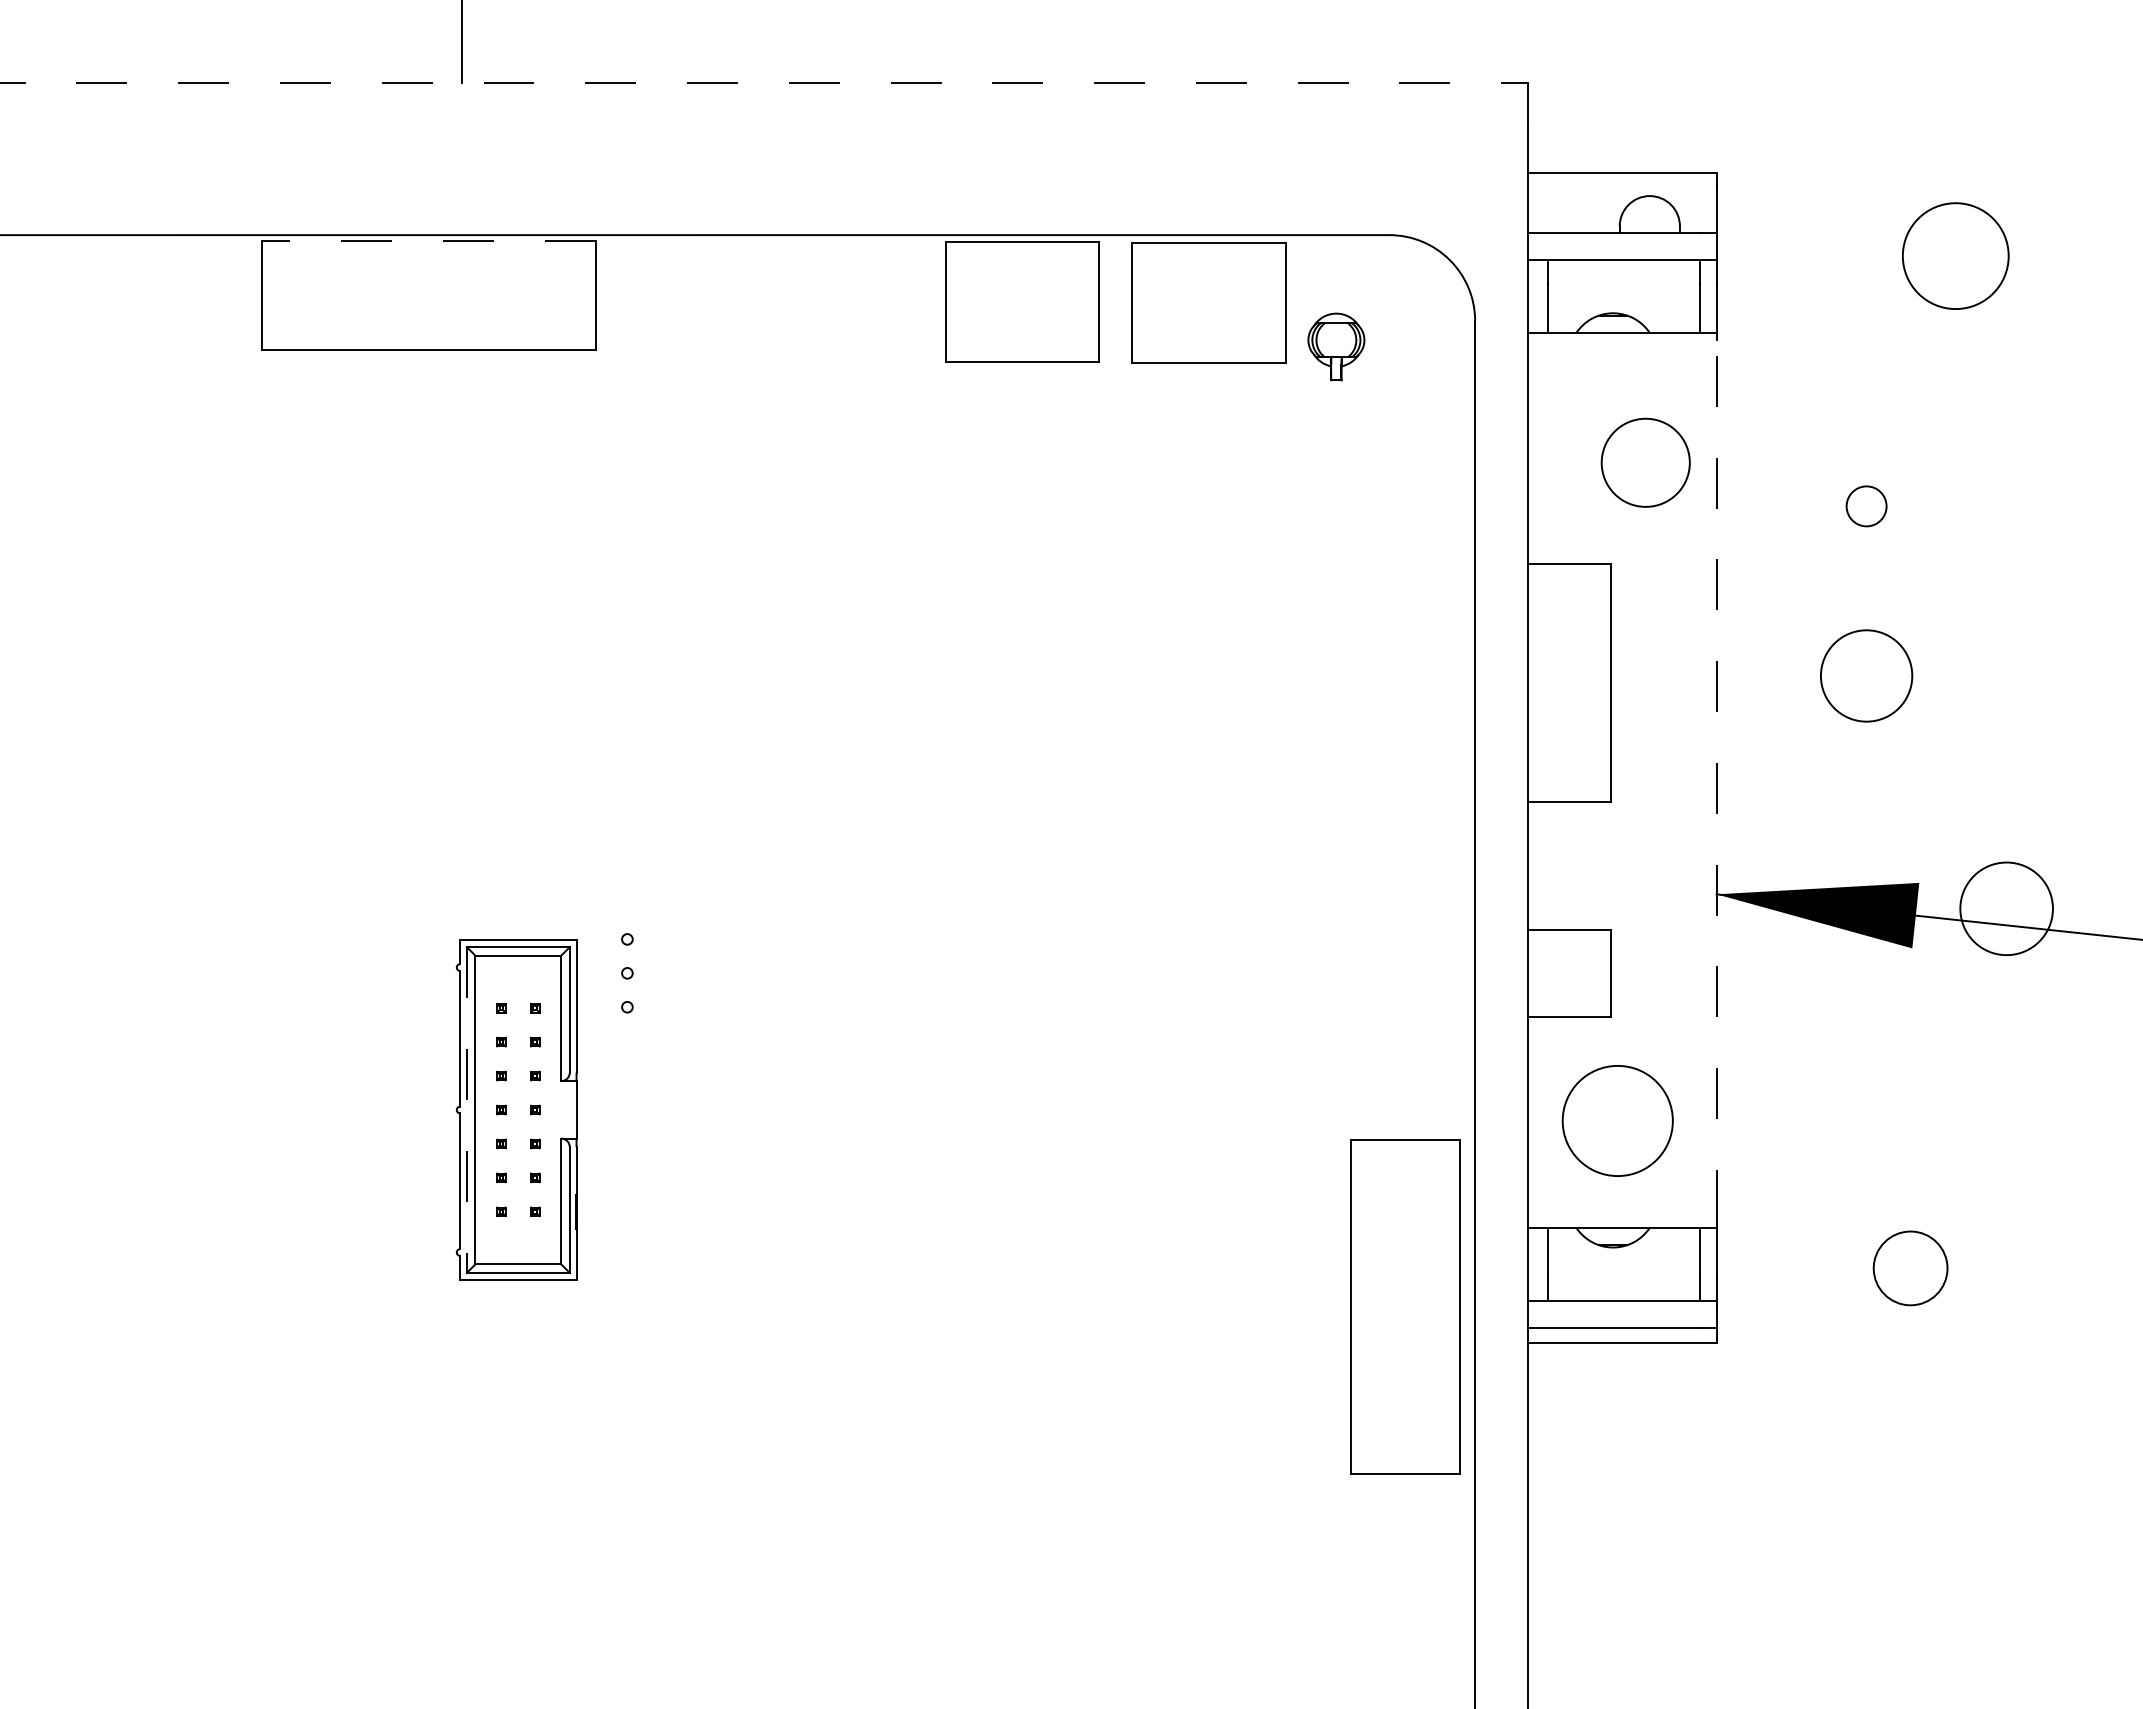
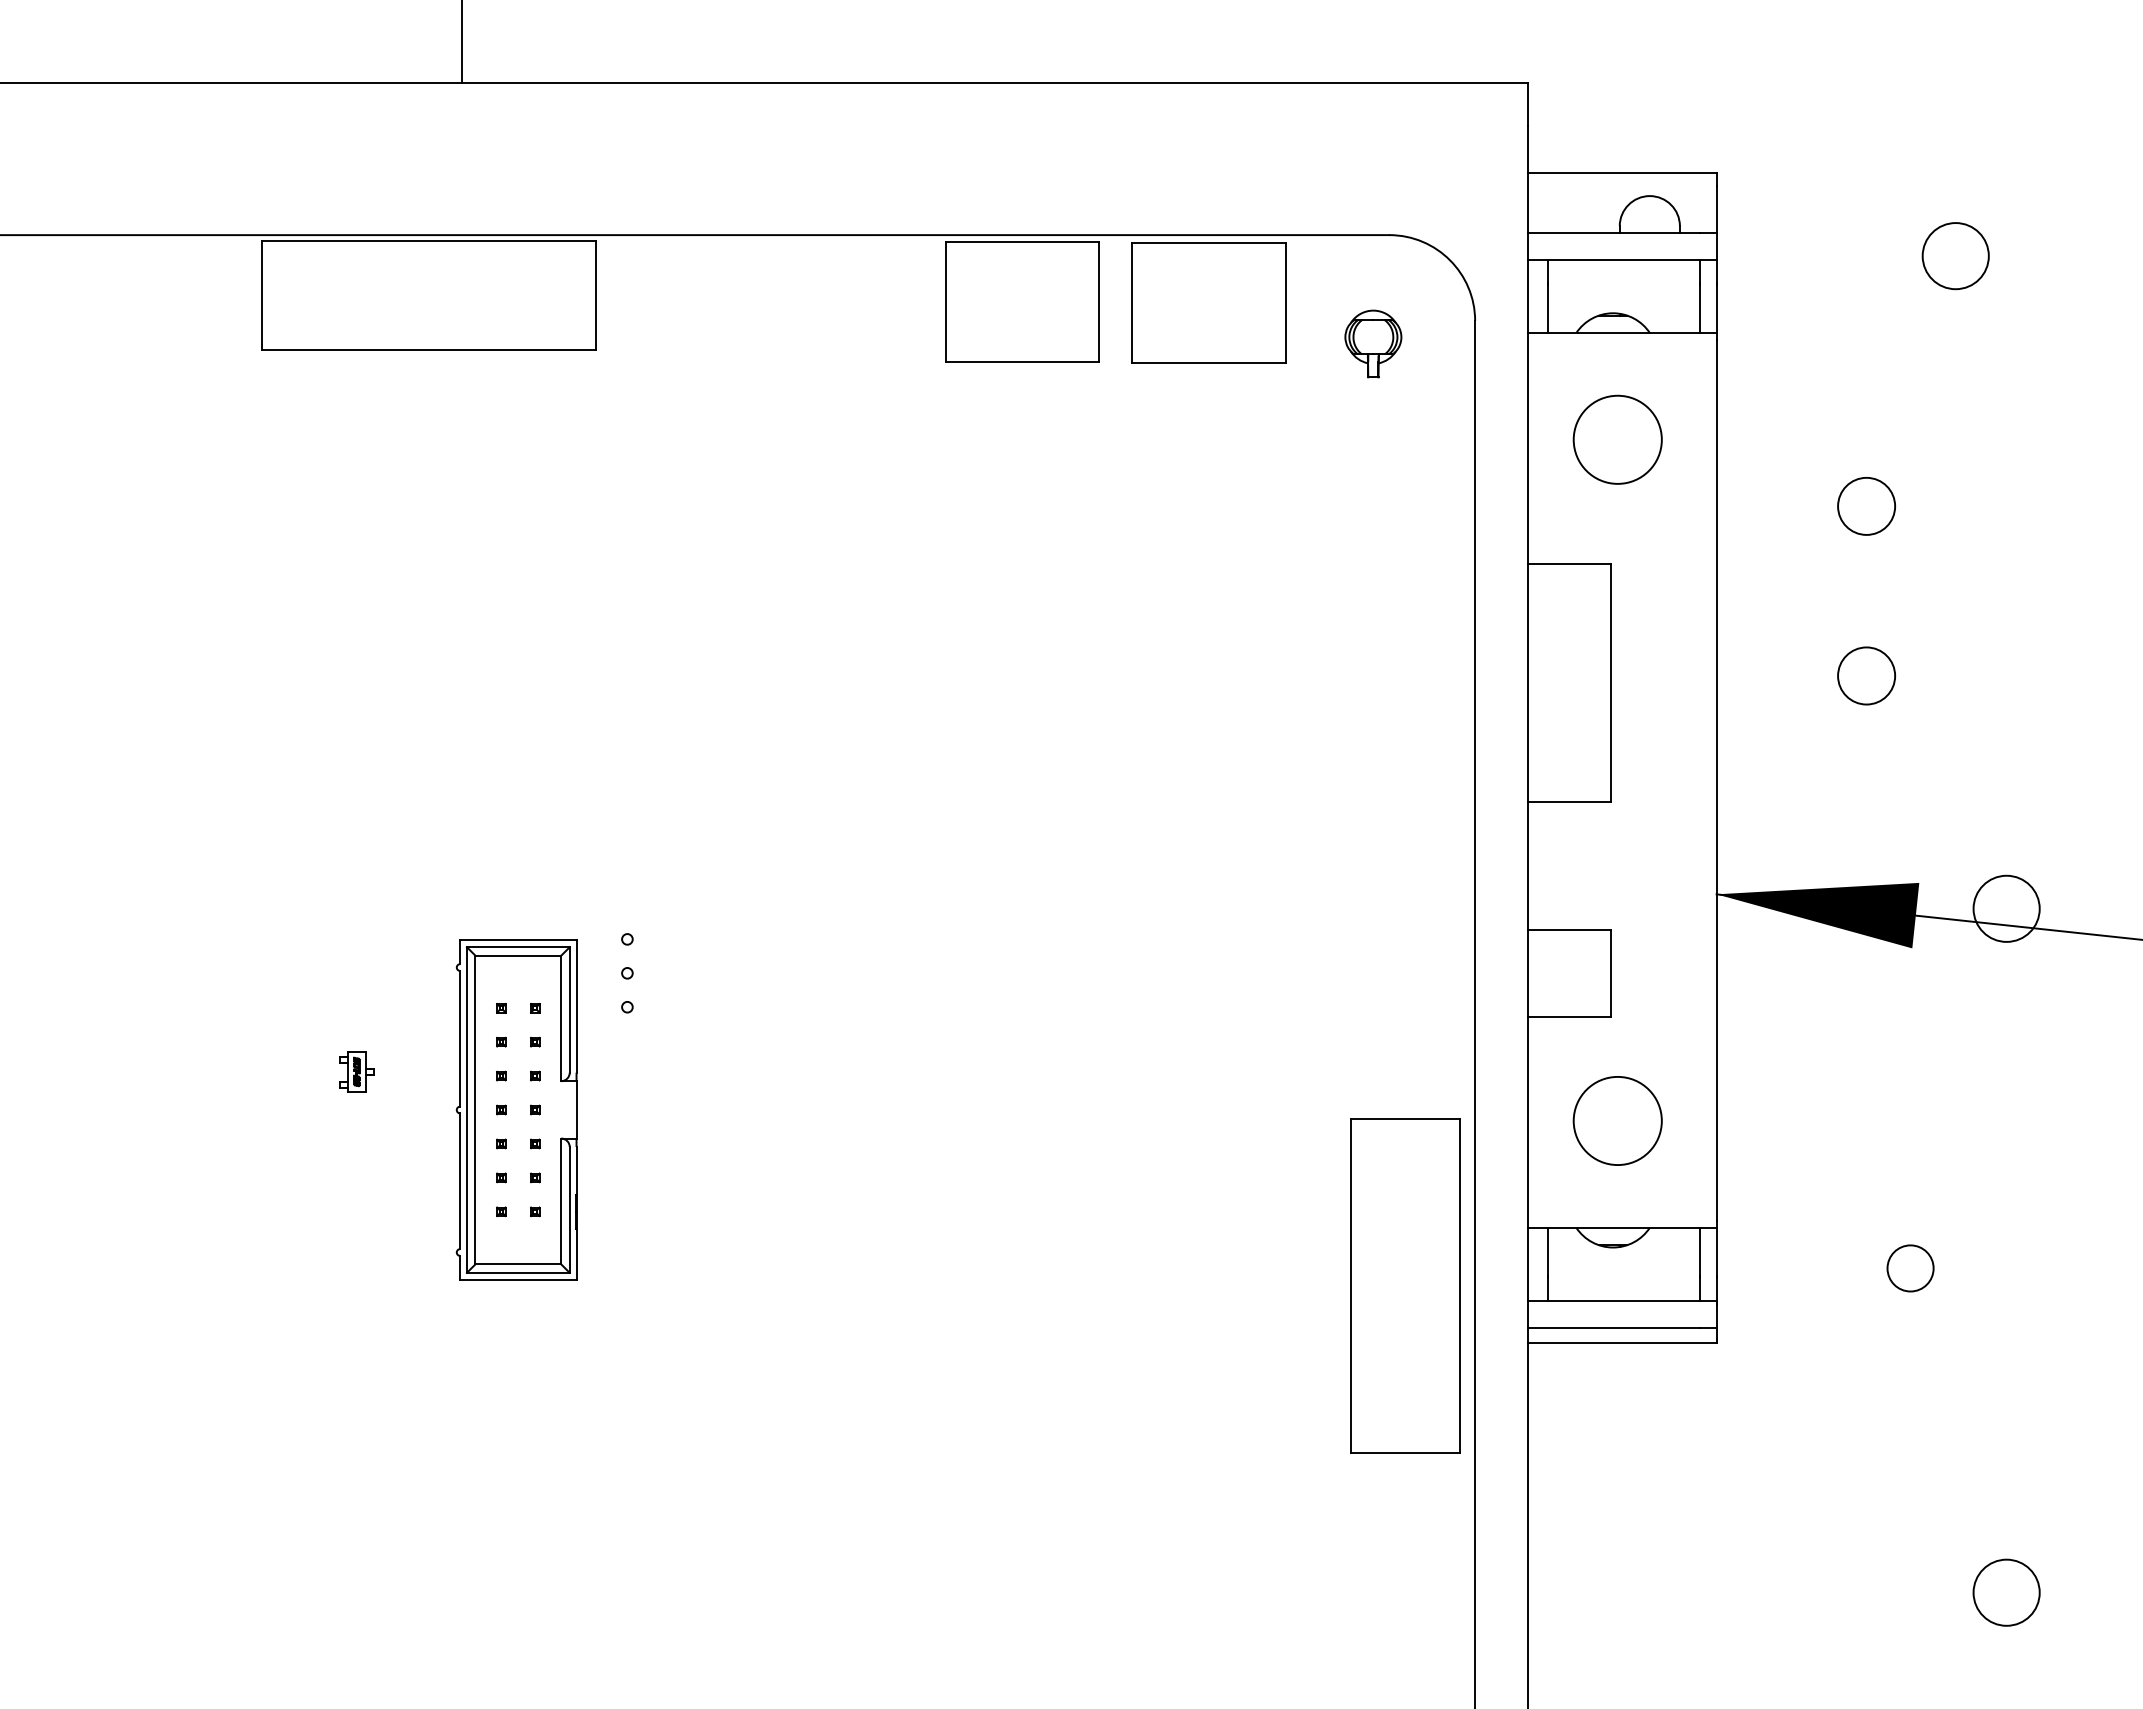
line at (764, 82): dashed -> solid
line at (428, 240): dashed -> solid
circle at (1955, 256) diameter: 106 px -> 66 px
part at (1336, 346) position: (1336, 346) -> (1373, 343)
circle at (1645, 462) position: (1645, 462) -> (1617, 439)
circle at (1866, 506) diameter: 40 px -> 57 px
circle at (1866, 675) diameter: 91 px -> 57 px
line at (1716, 780): dashed -> solid
circle at (2006, 908) diameter: 93 px -> 66 px
part at (356, 1071): none -> present
line at (466, 1110): dashed -> solid
circle at (1617, 1120) diameter: 110 px -> 88 px
circle at (1910, 1268) size: 77x77 px -> 49x49 px
part at (1405, 1306) position: (1405, 1306) -> (1405, 1285)
circle at (2006, 1592): none -> present
